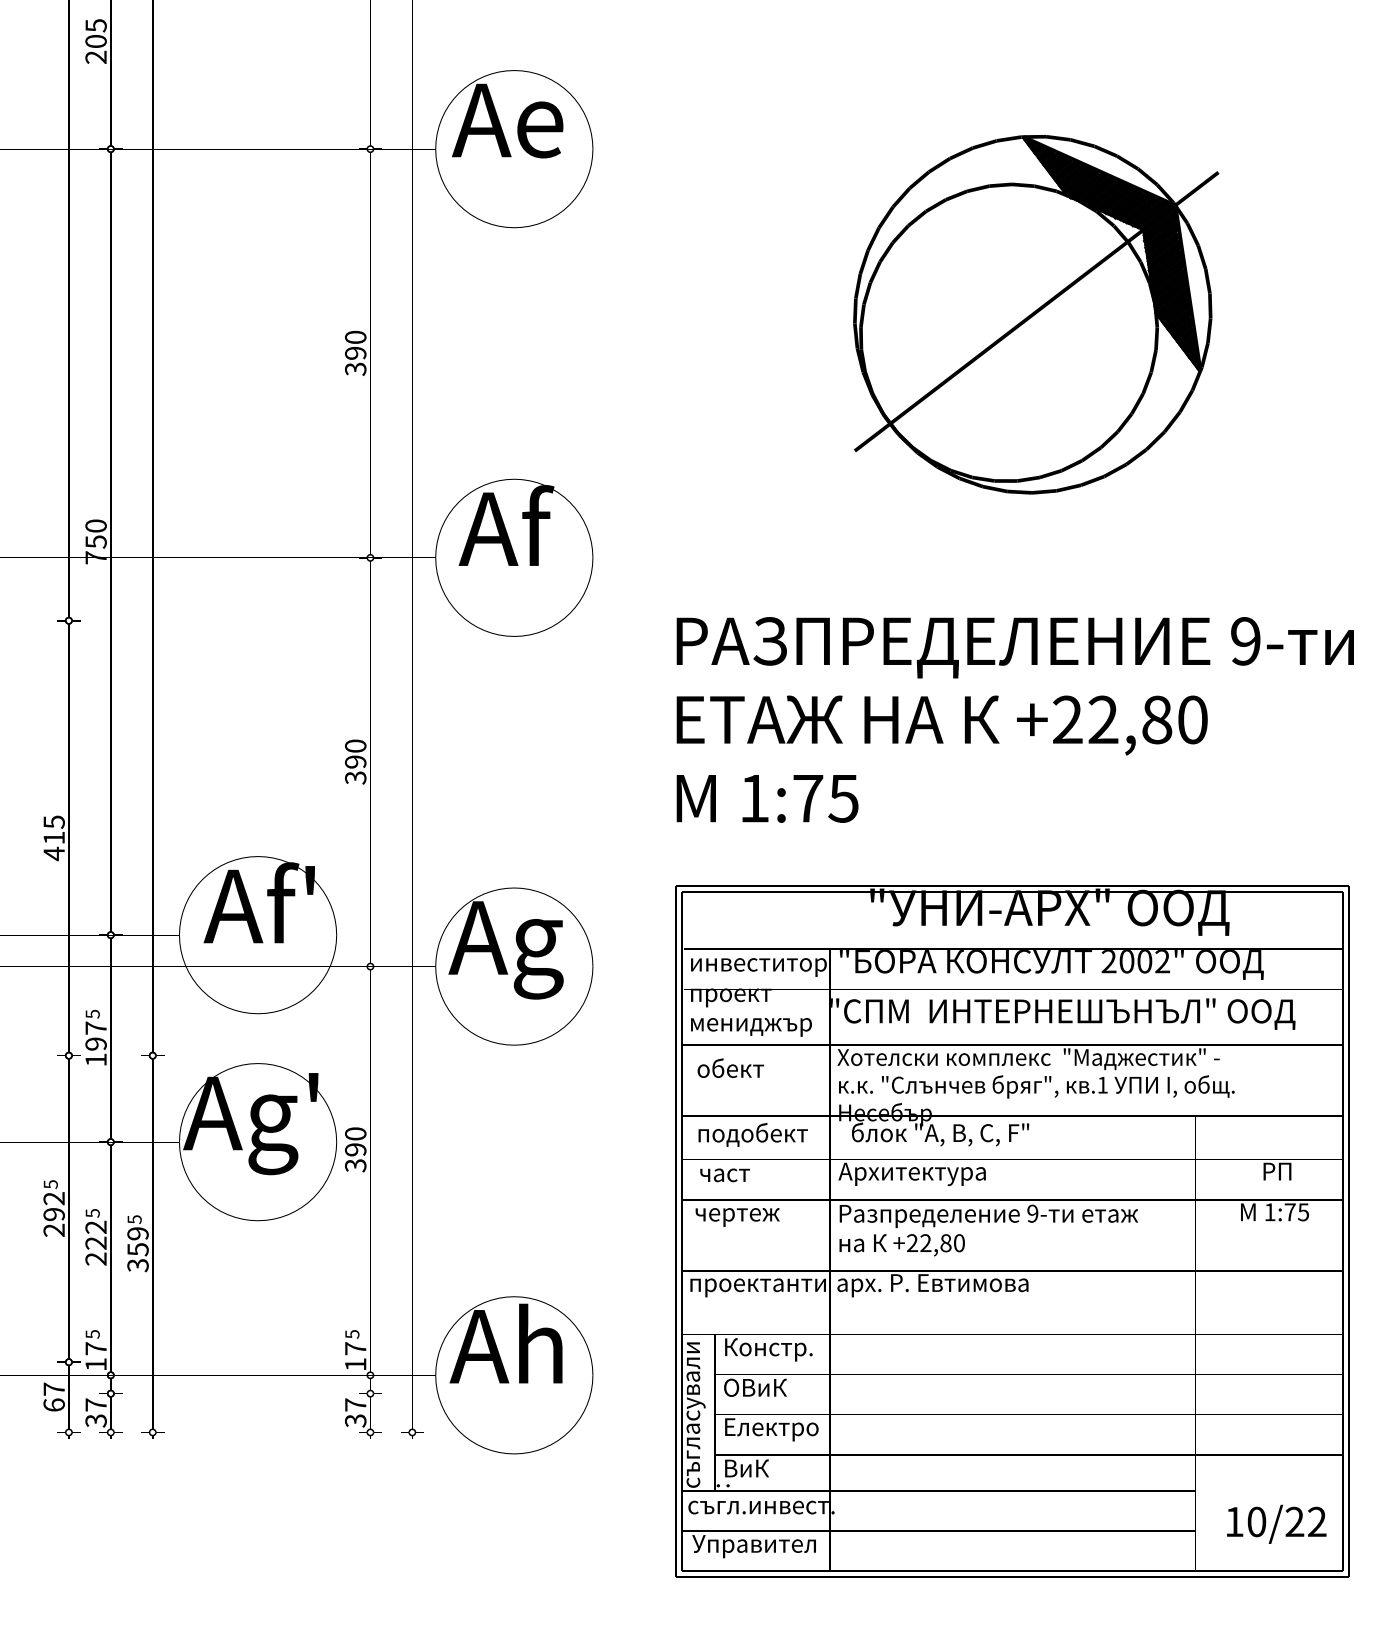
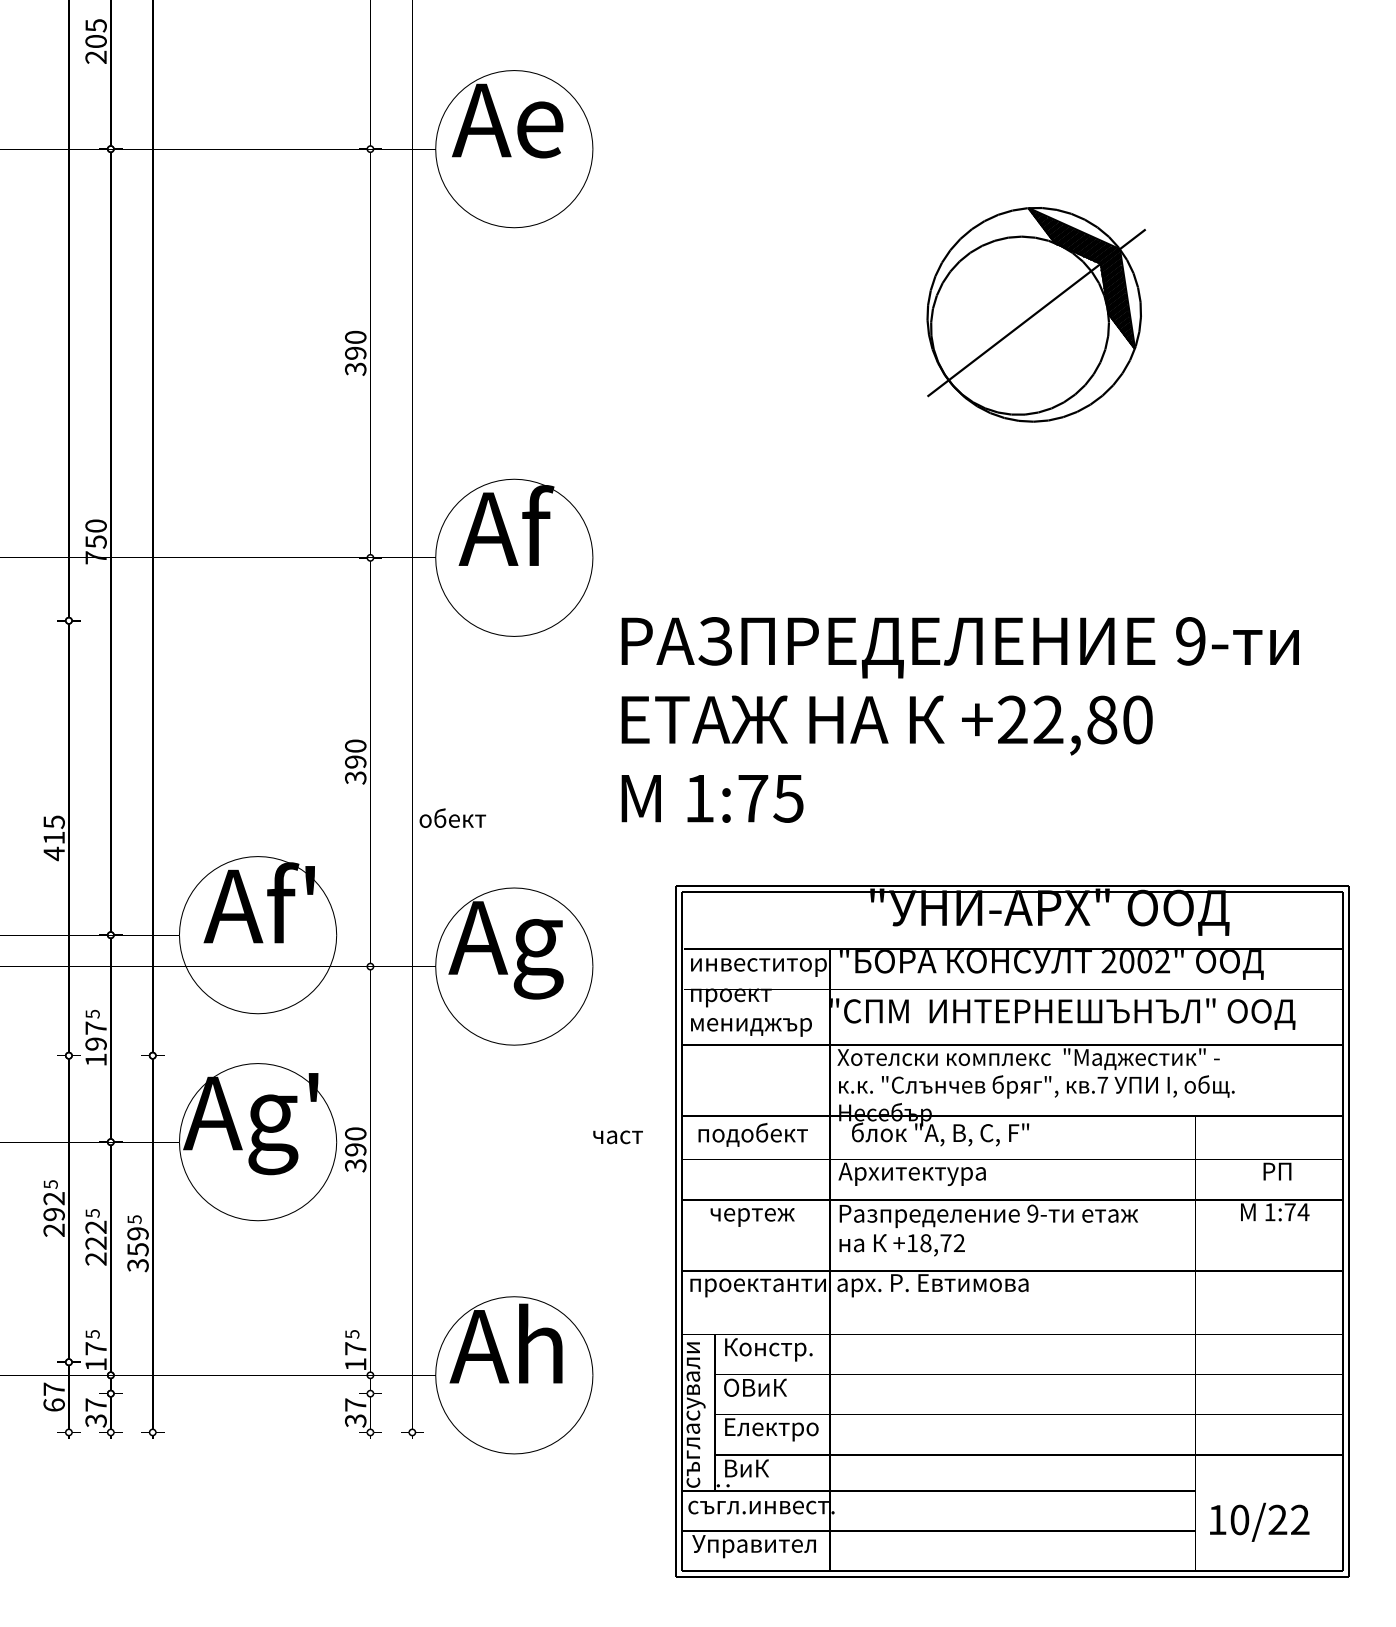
part at (1036, 314) size: 367x360 px -> 221x216 px
text at (1014, 719) position: (1014, 719) -> (959, 719)
text at (730, 1067) position: (730, 1067) -> (452, 817)
text at (1102, 1084): .1 -> .7
text at (724, 1175) position: (724, 1175) -> (617, 1137)
text at (1303, 1212): 1:75 -> 1:74
text at (737, 1217) position: (737, 1217) -> (752, 1217)
text at (935, 1243): +22,80 -> +18,72
text at (1276, 1523) position: (1276, 1523) -> (1259, 1521)
